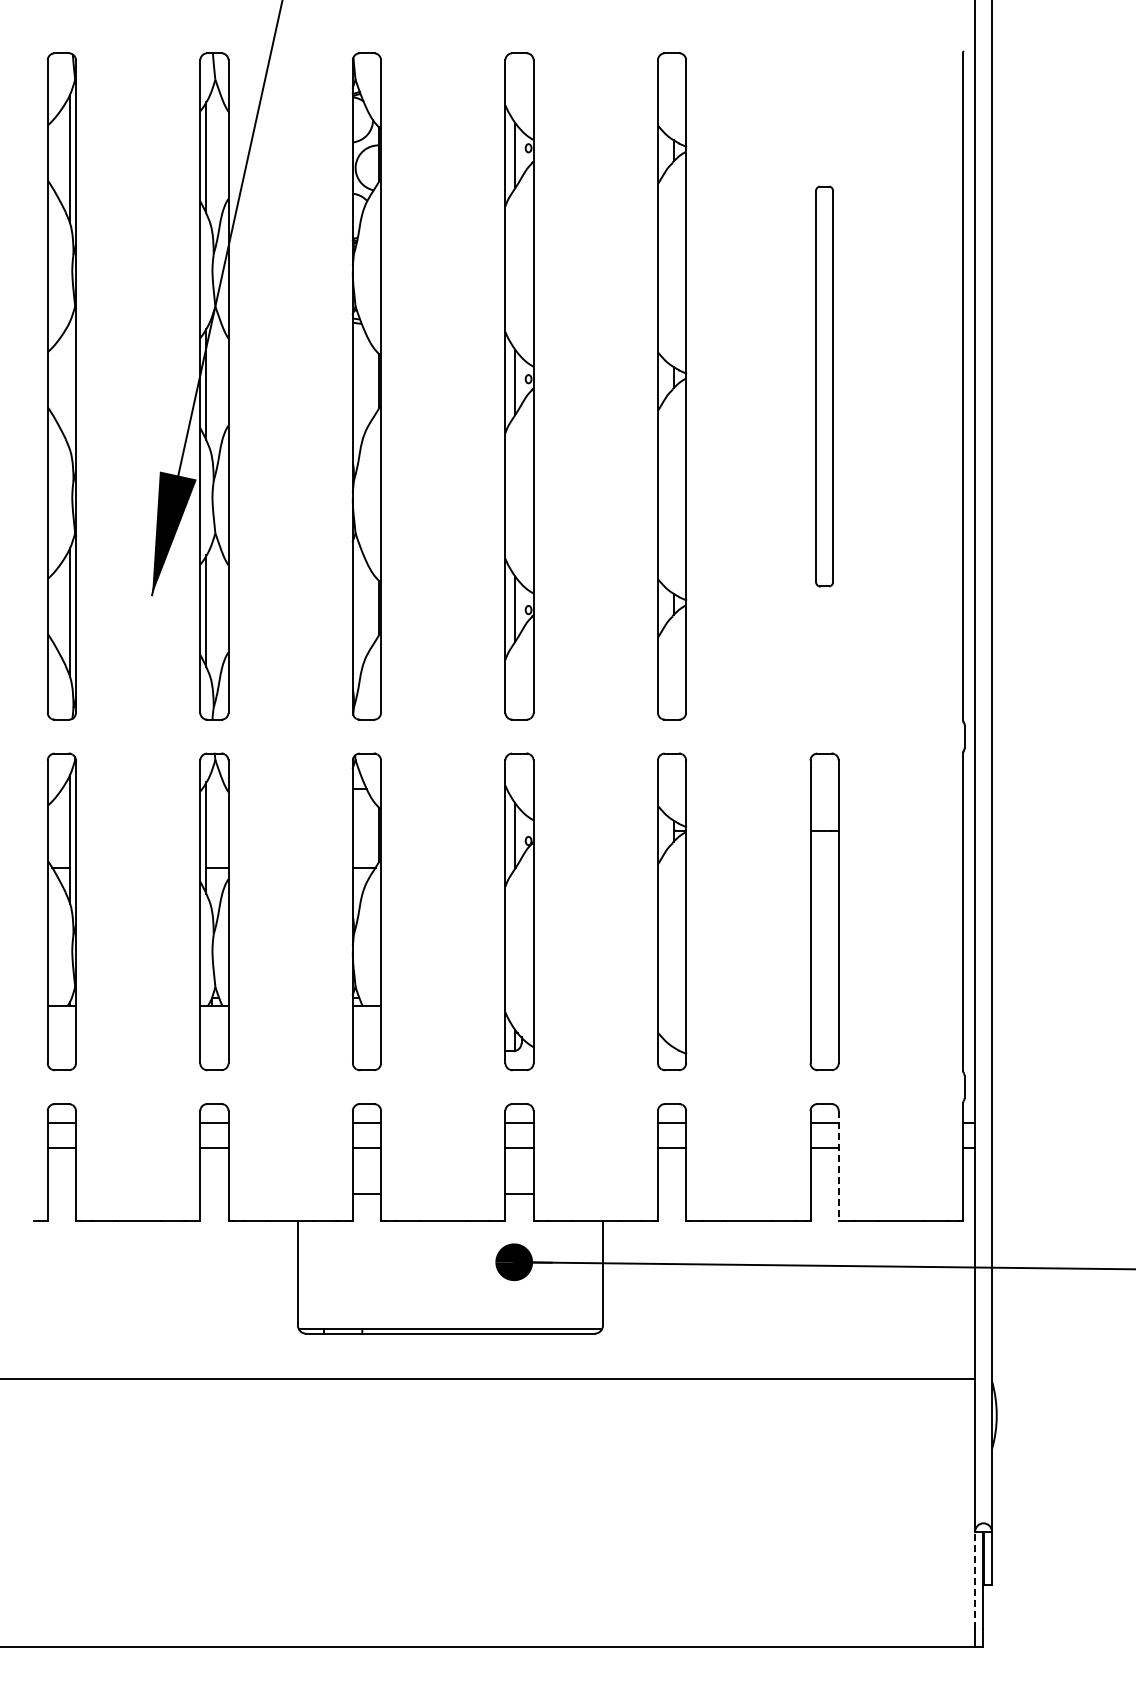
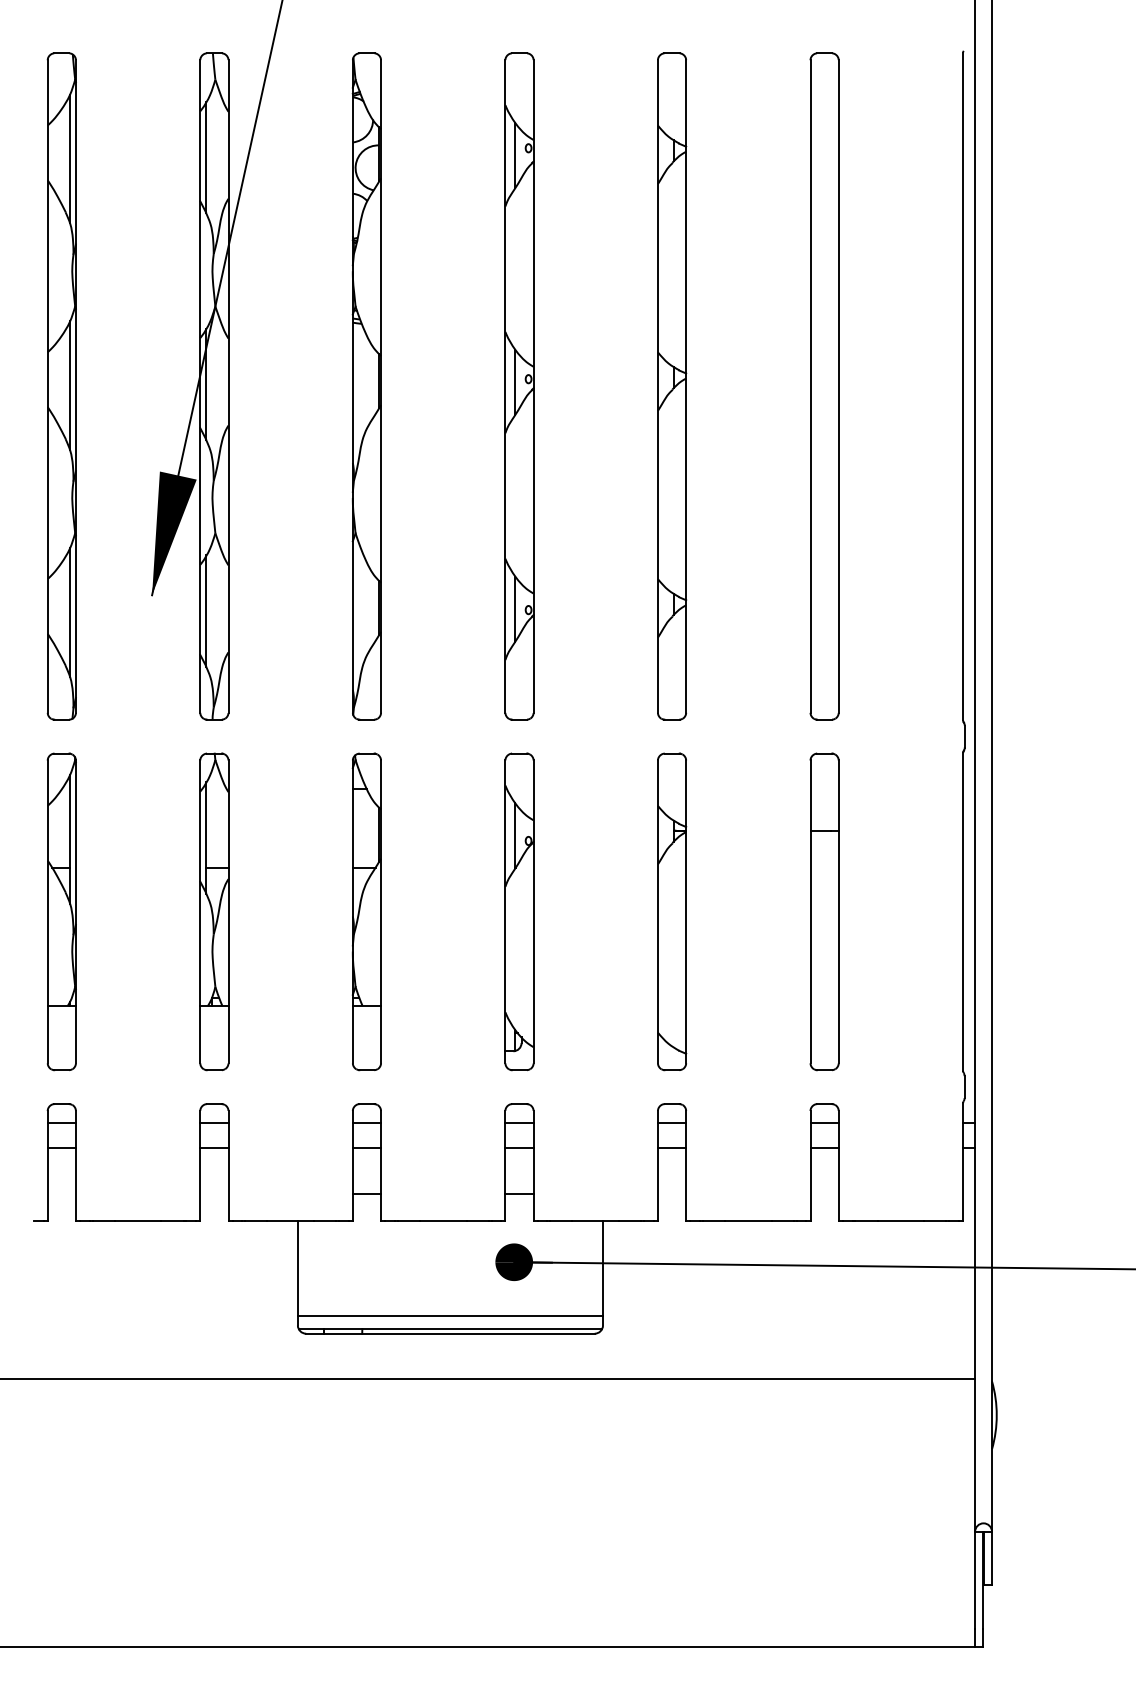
line at (70, 385): none -> present
part at (824, 386) size: 19x403 px -> 31x669 px
line at (838, 1166): dashed -> solid
line at (450, 1316): none -> present
line at (975, 1580): dashed -> solid
